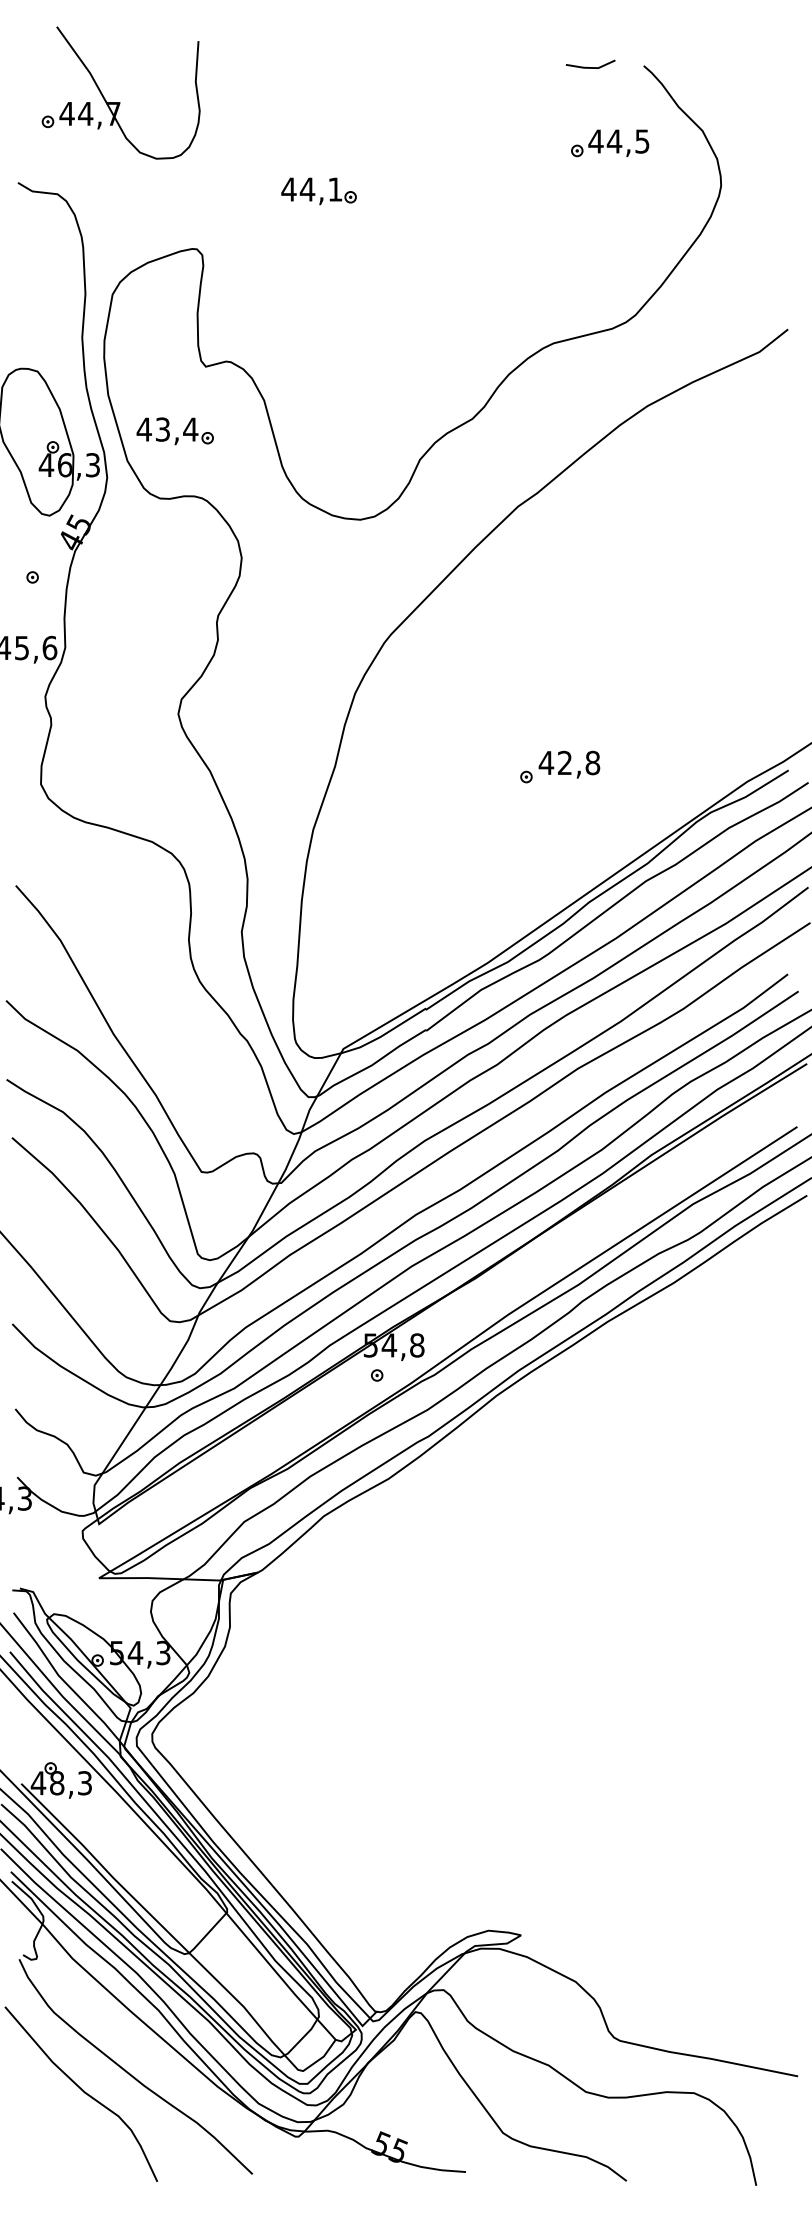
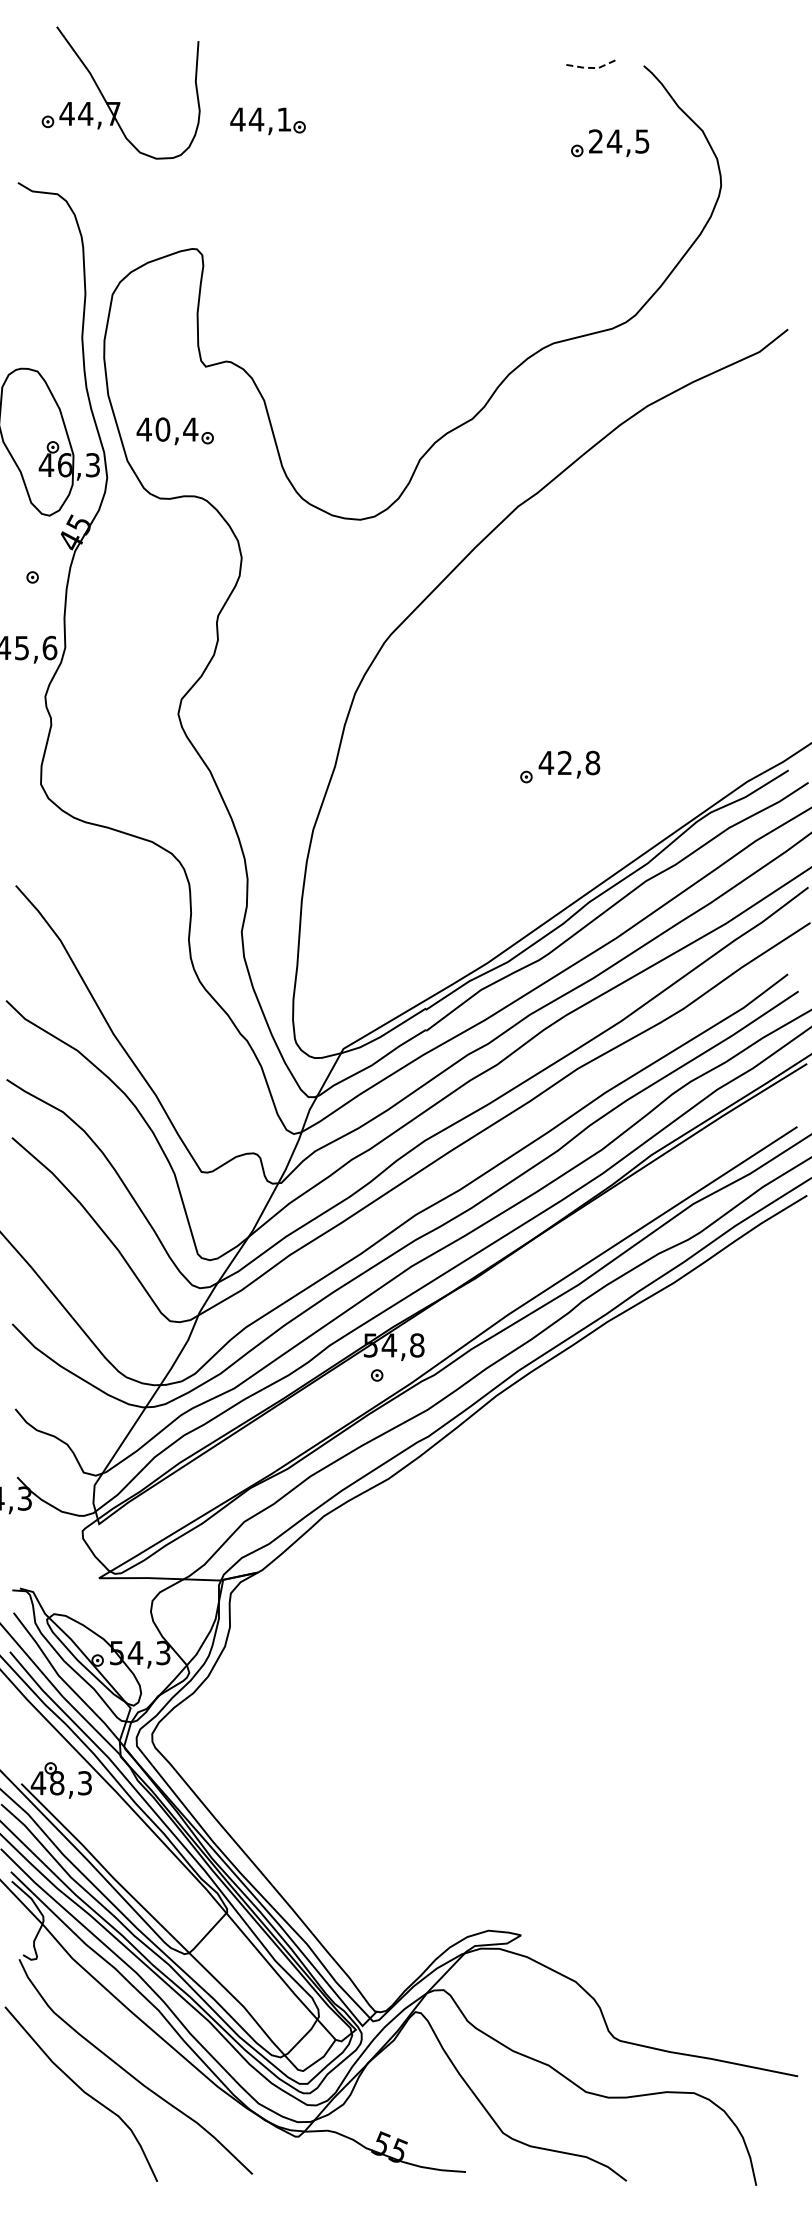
line at (590, 67): solid -> dashed
text at (595, 141): 44,5 -> 24,5
part at (318, 191) position: (318, 191) -> (267, 121)
text at (162, 429): 43,4 -> 40,4
